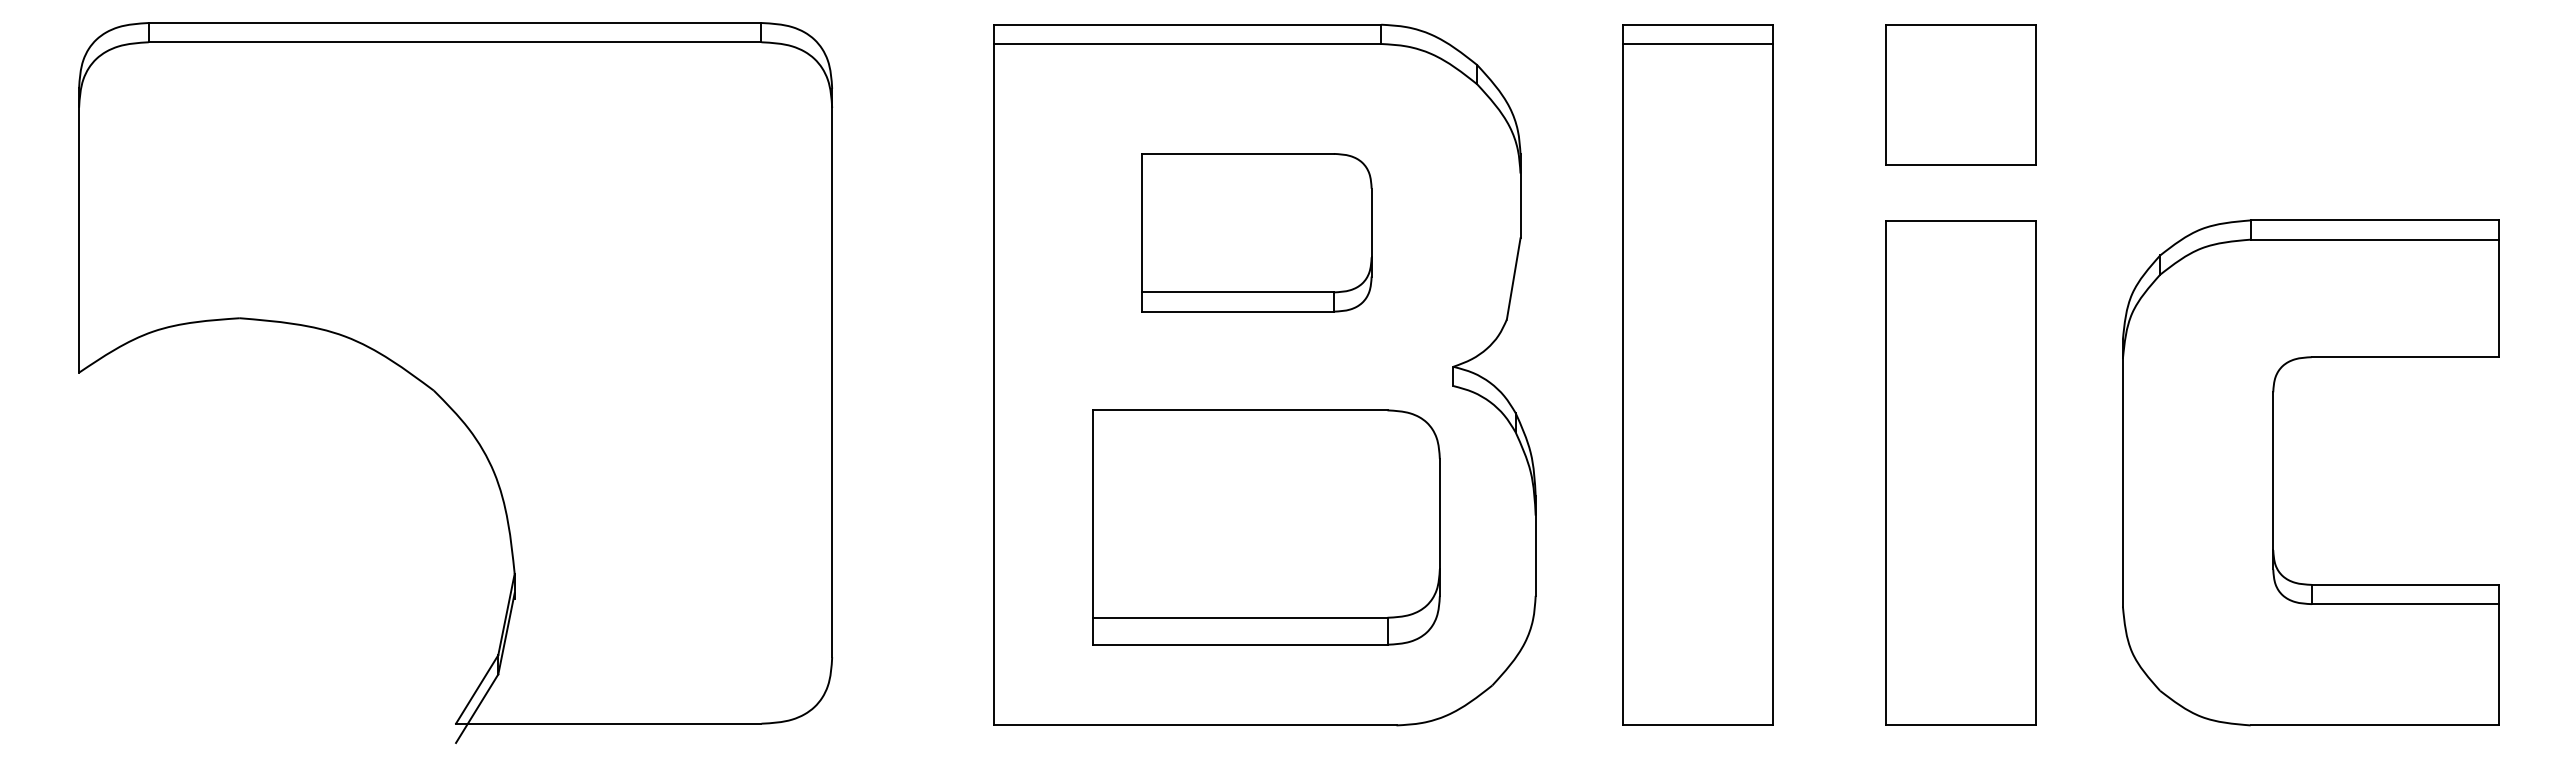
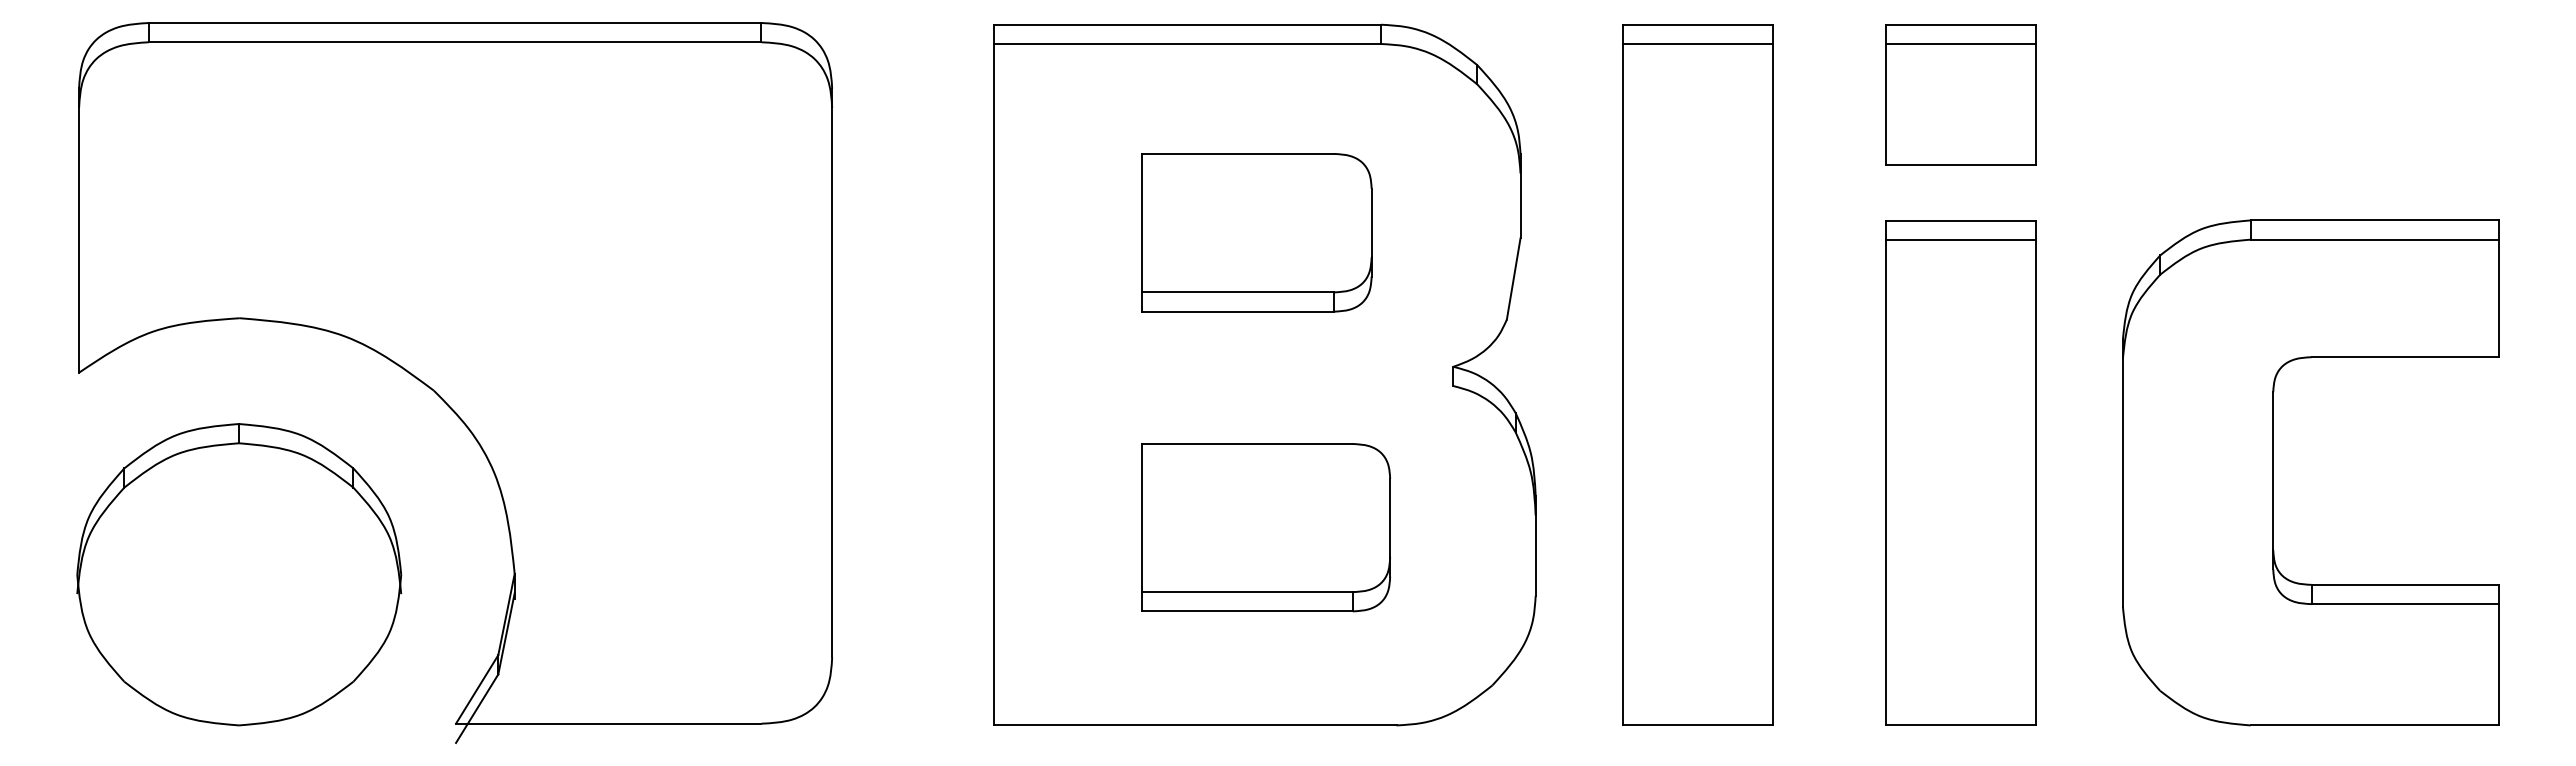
line at (1960, 44): none -> present
line at (1960, 240): none -> present
part at (1266, 527) size: 349x237 px -> 250x170 px
part at (239, 574): none -> present
